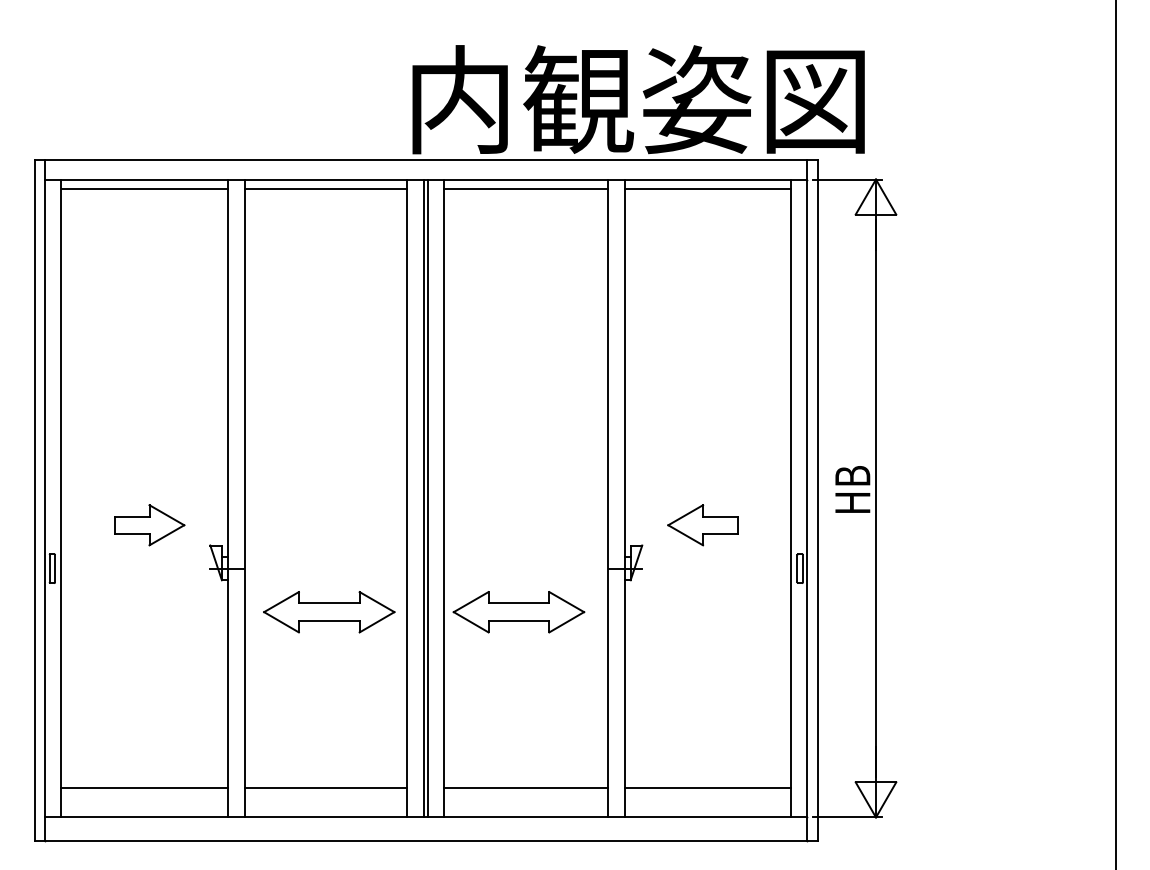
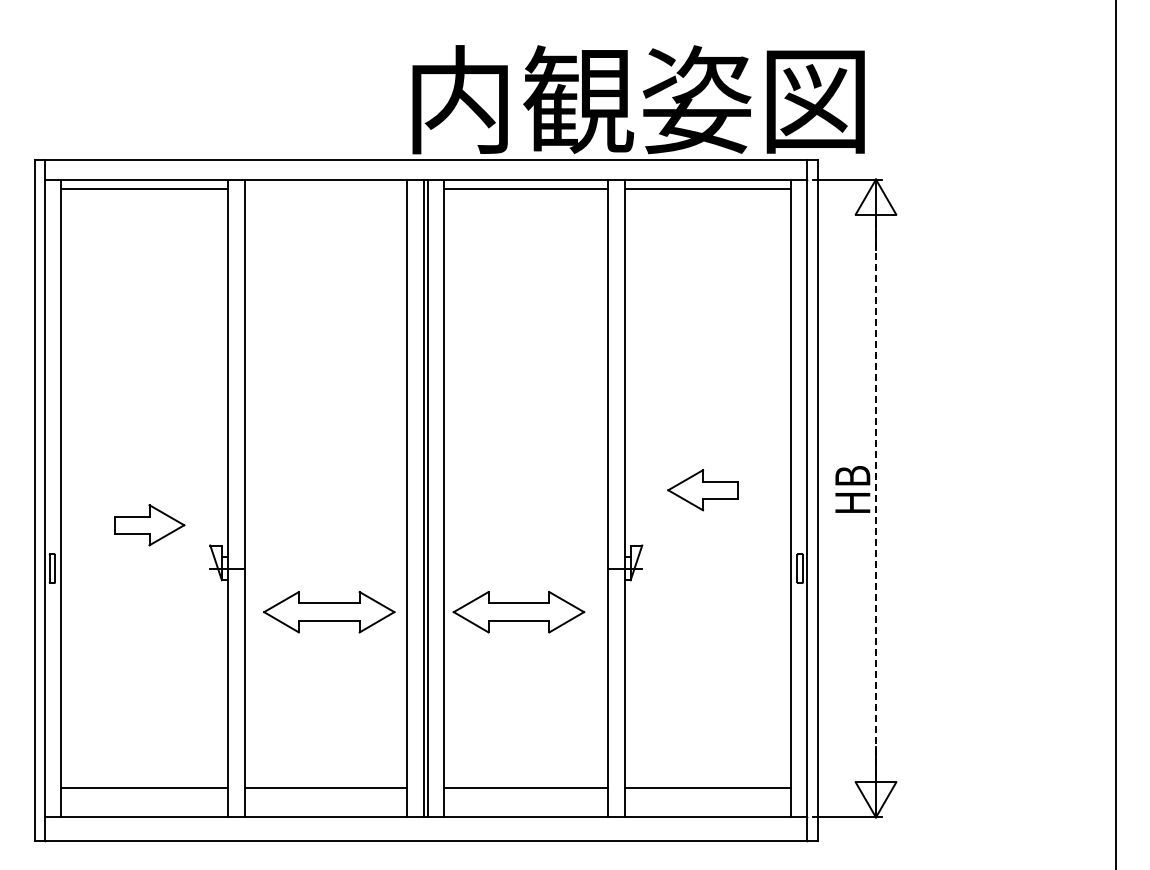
line at (325, 189): present -> none
line at (876, 497): solid -> dashed
part at (702, 525) position: (702, 525) -> (702, 490)
